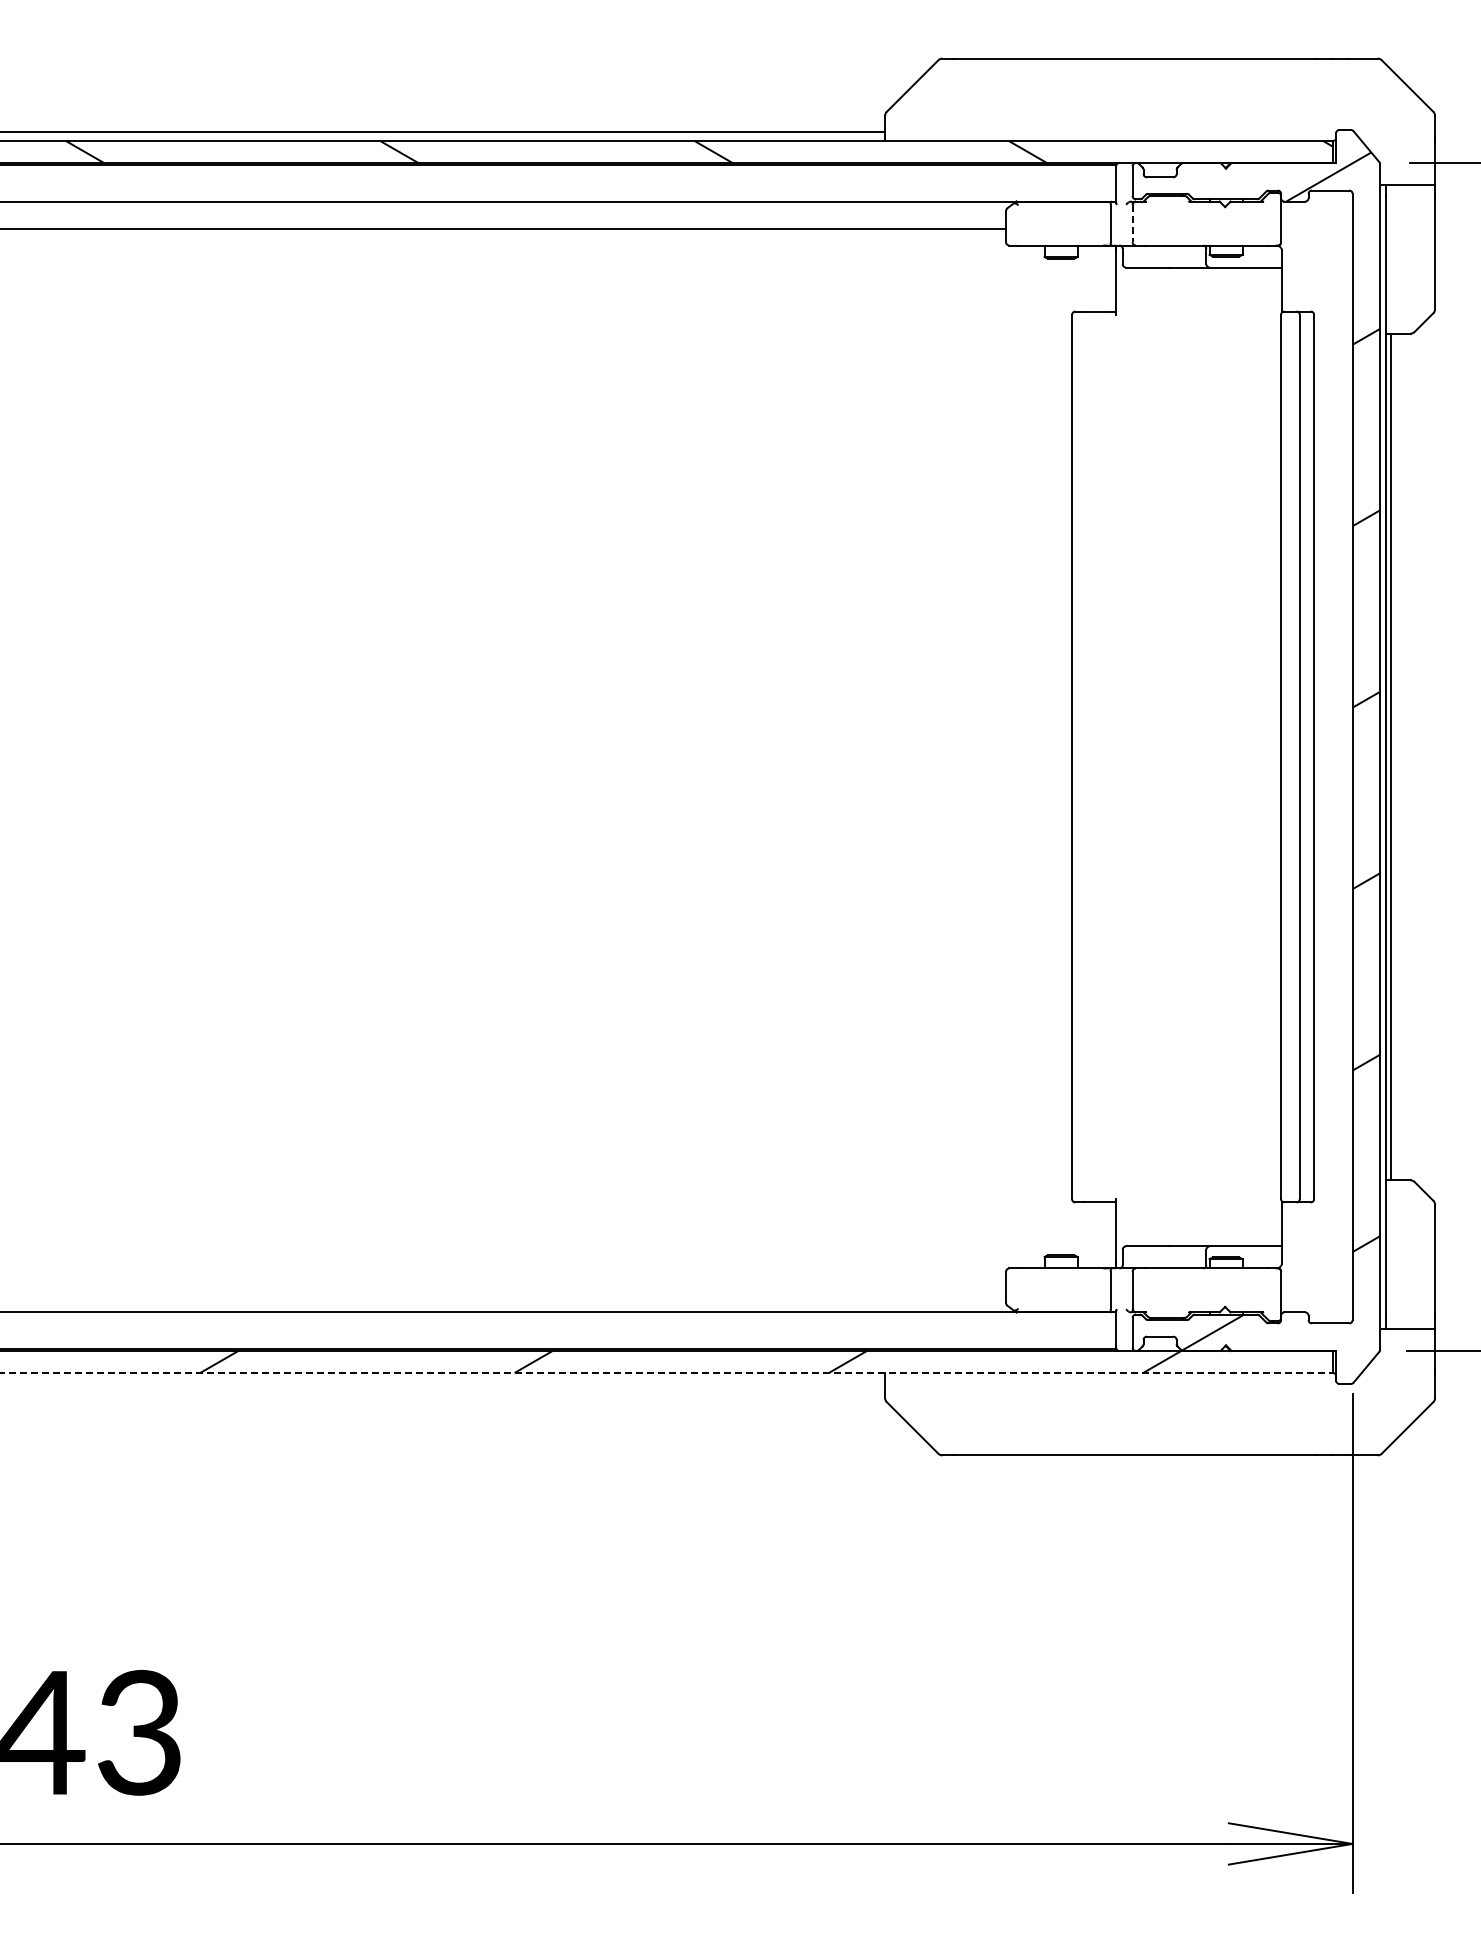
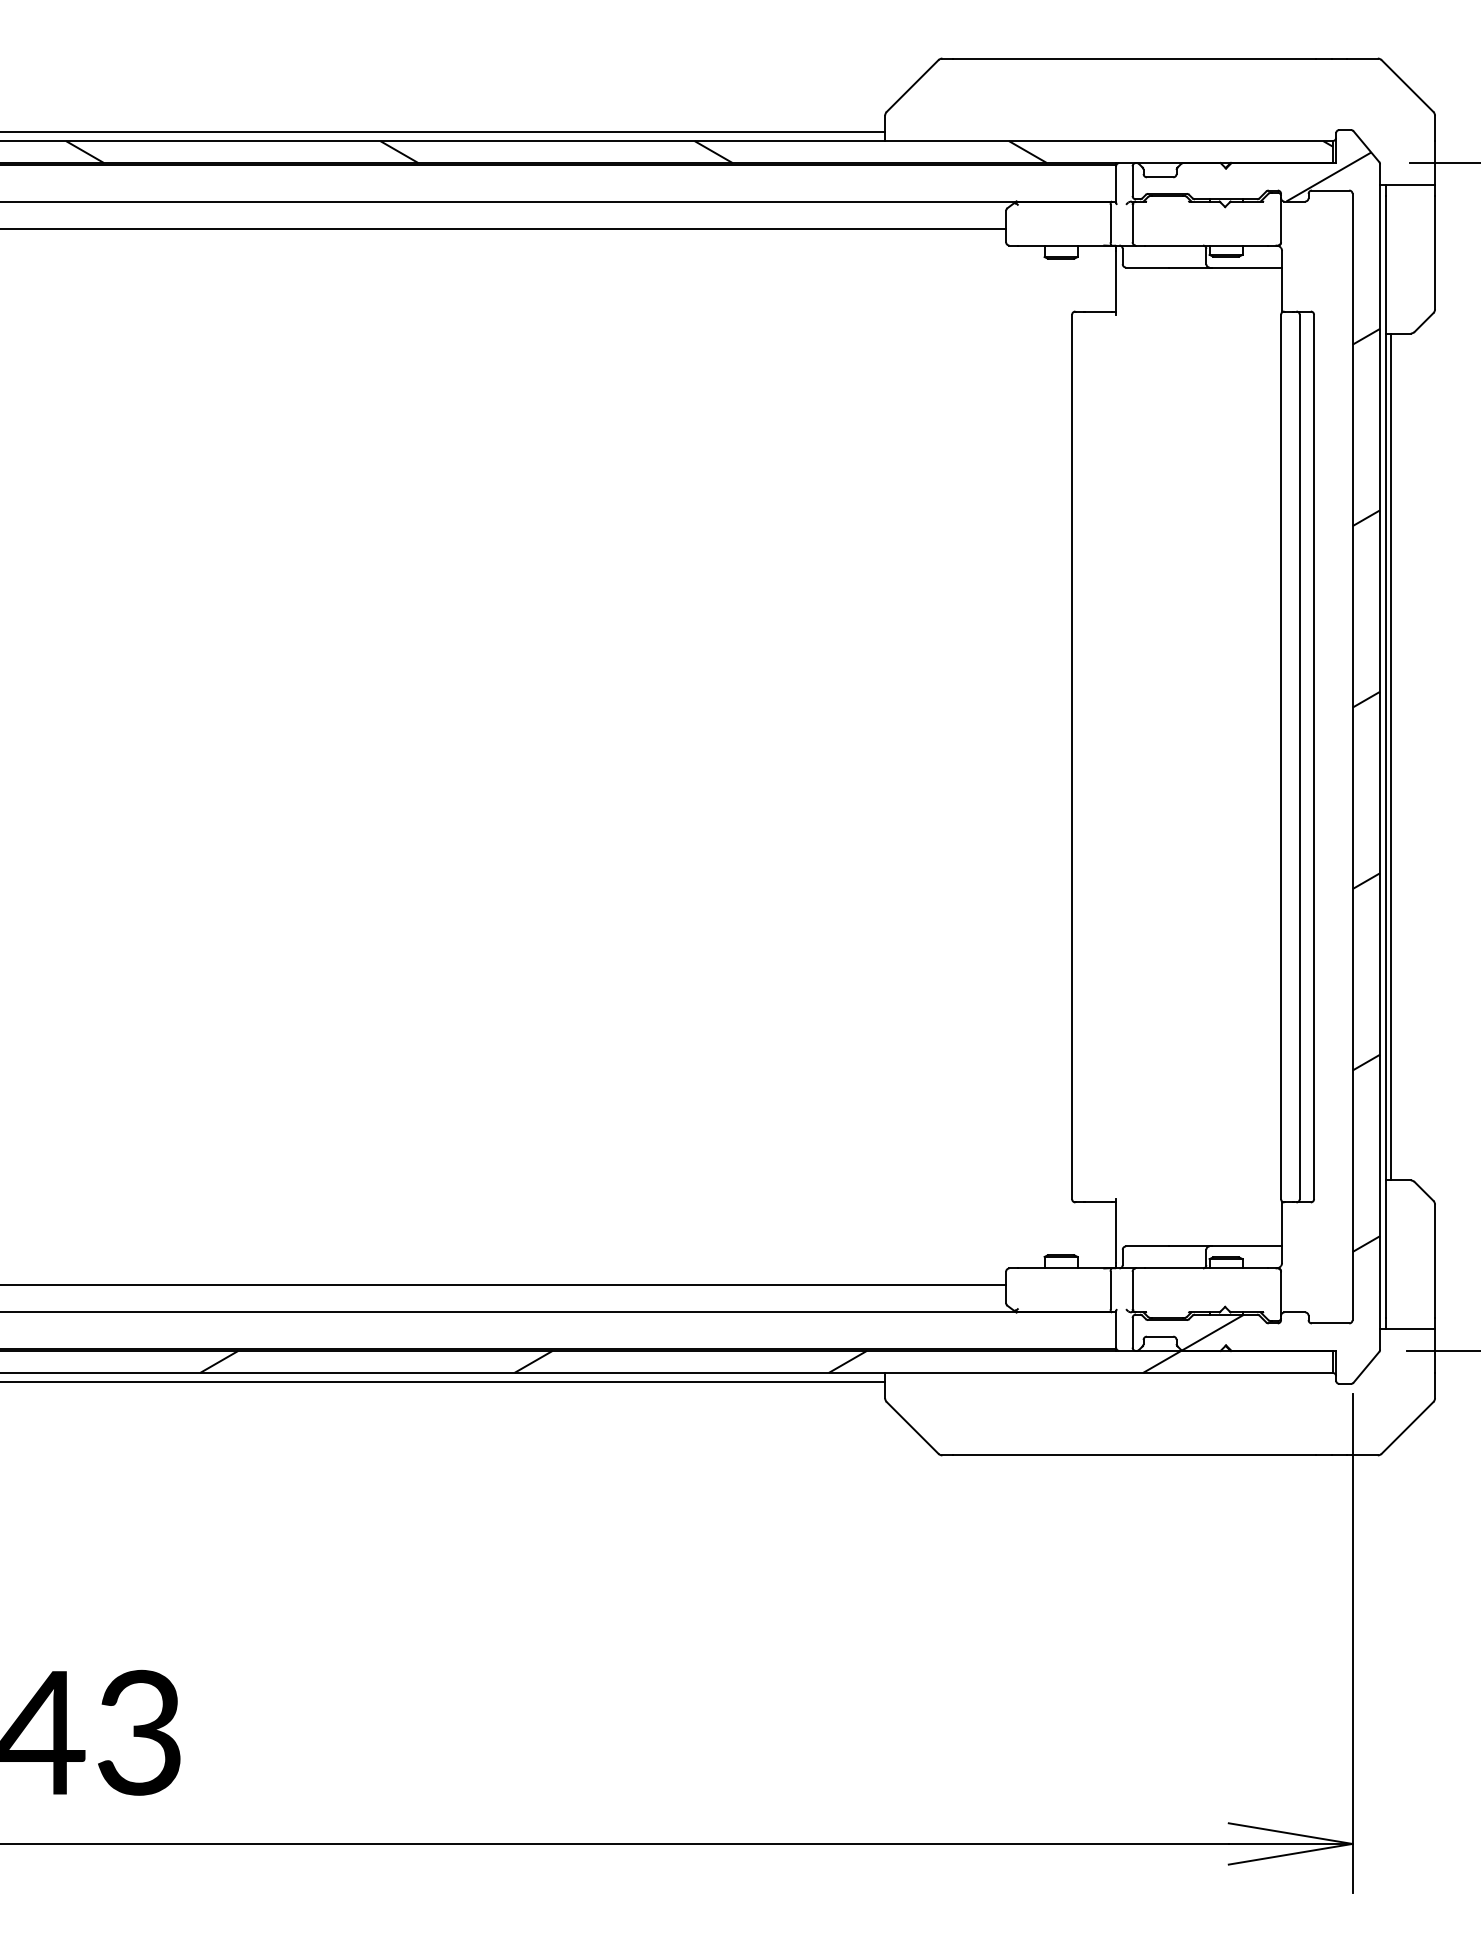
line at (1132, 223): dashed -> solid
line at (504, 1284): none -> present
line at (667, 1372): dashed -> solid
line at (443, 1381): none -> present
